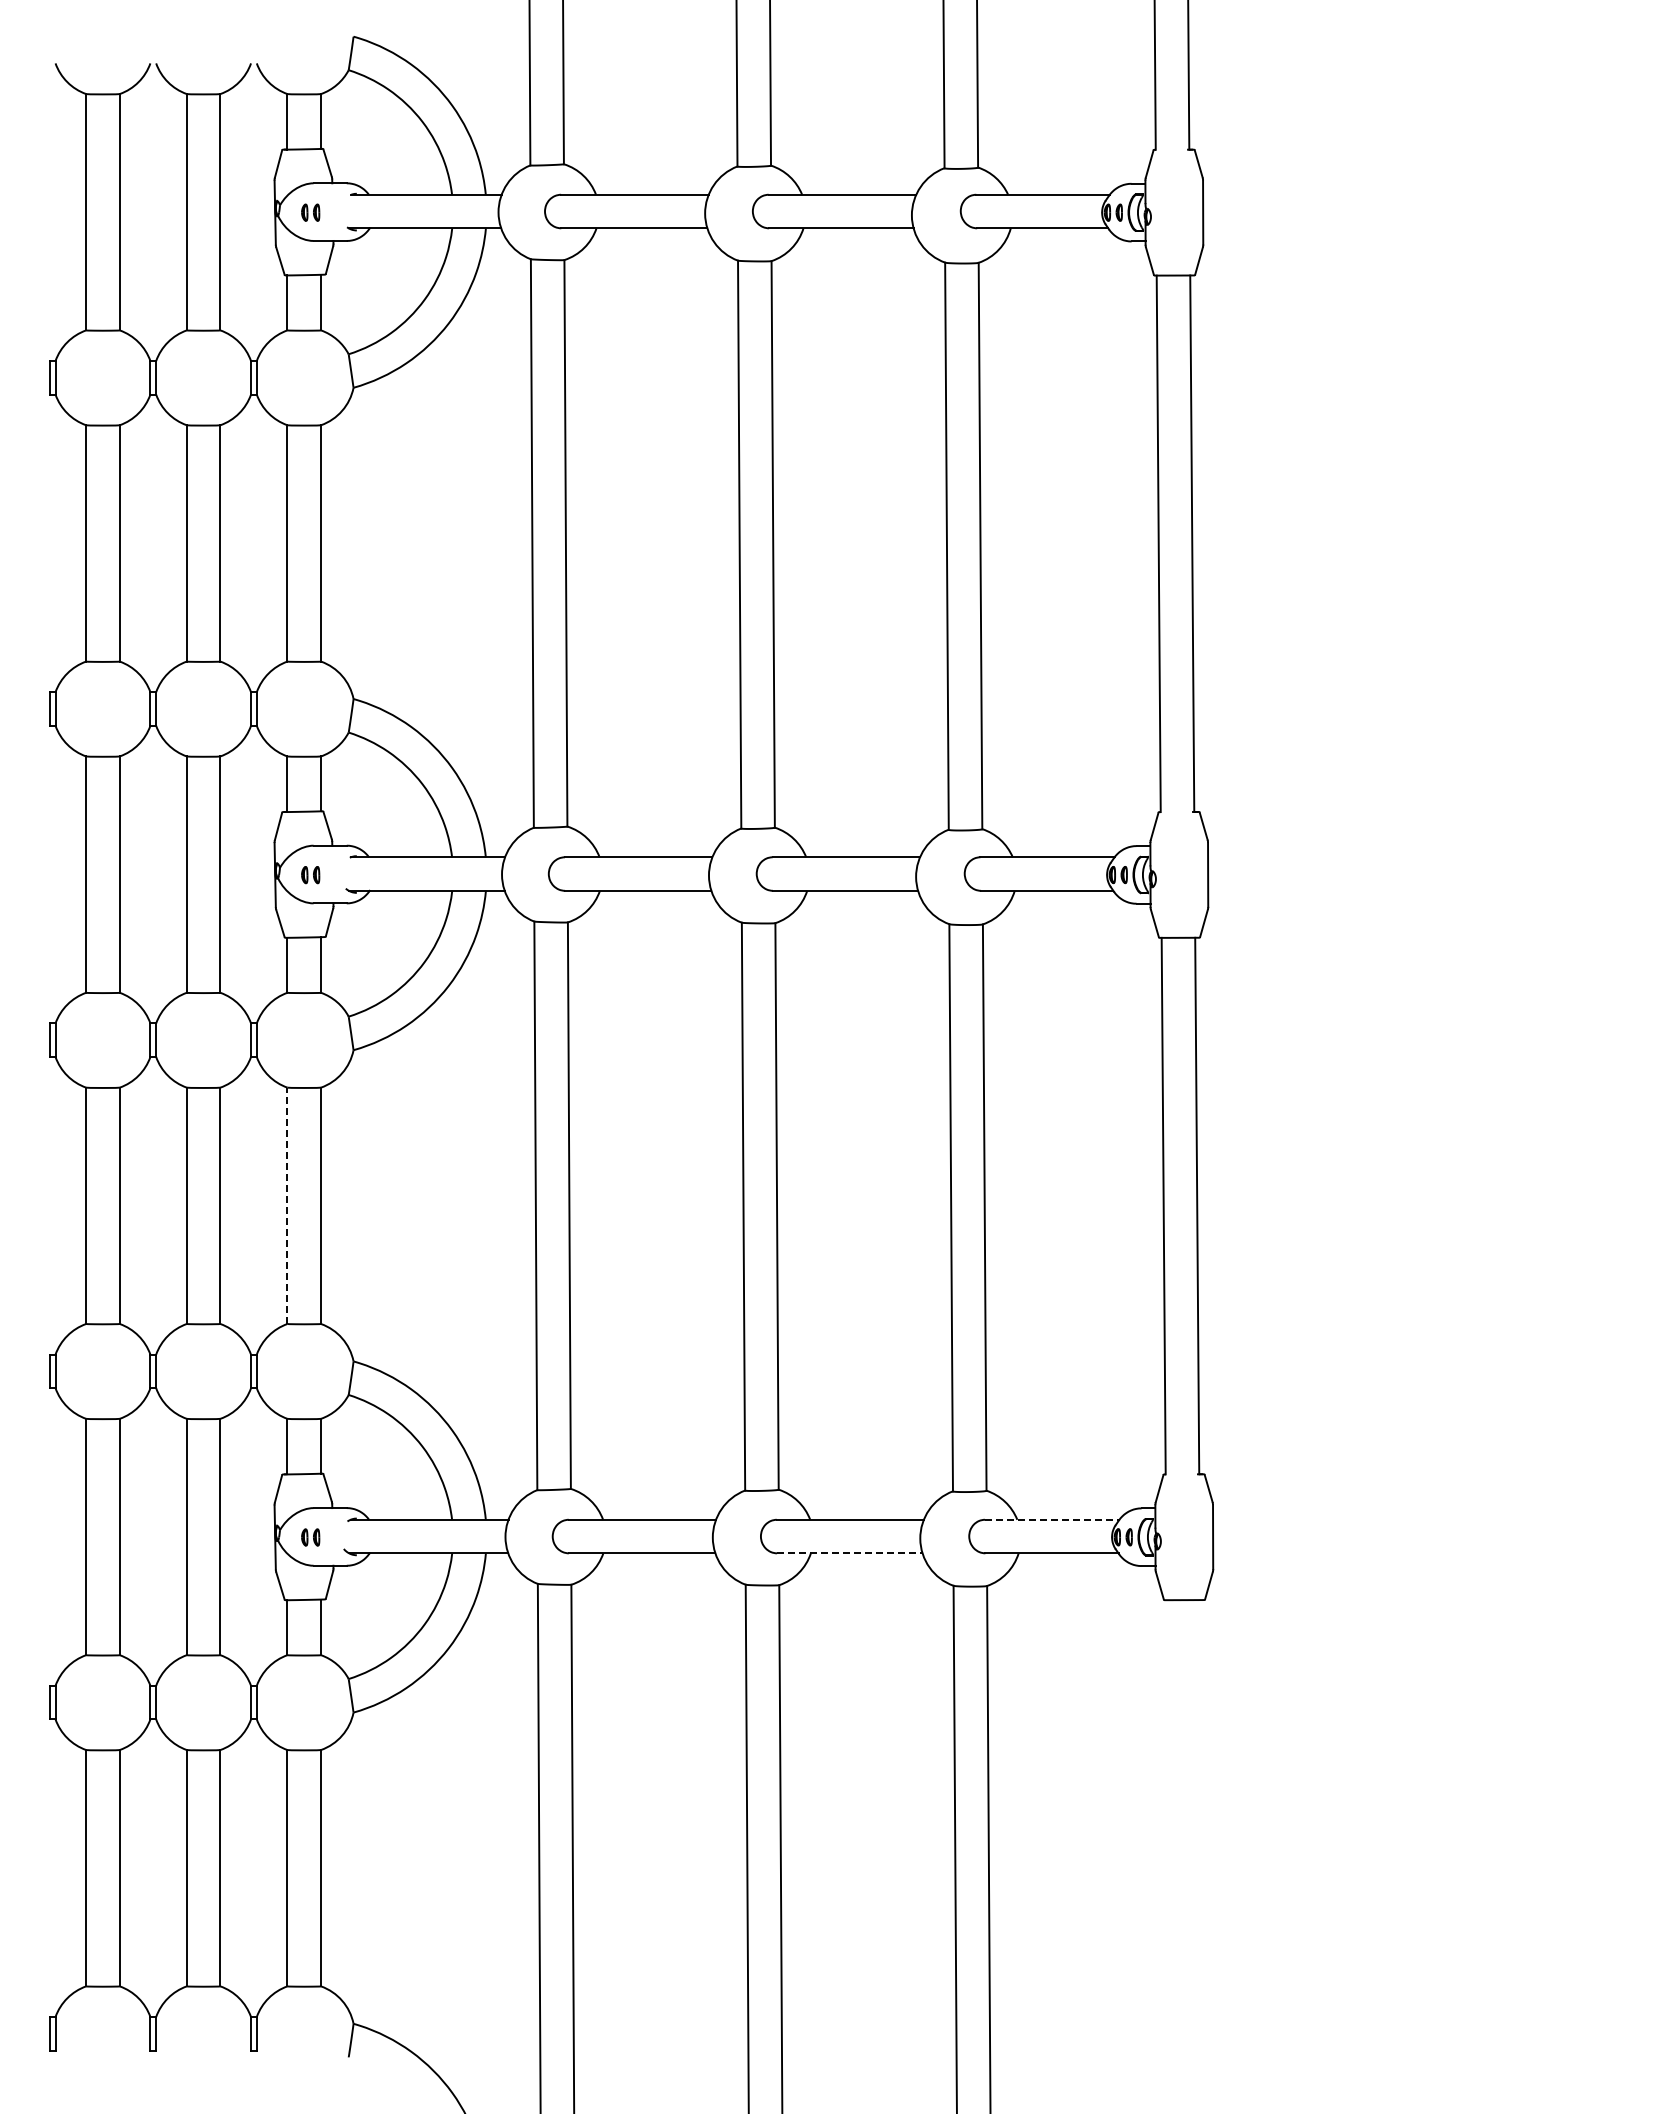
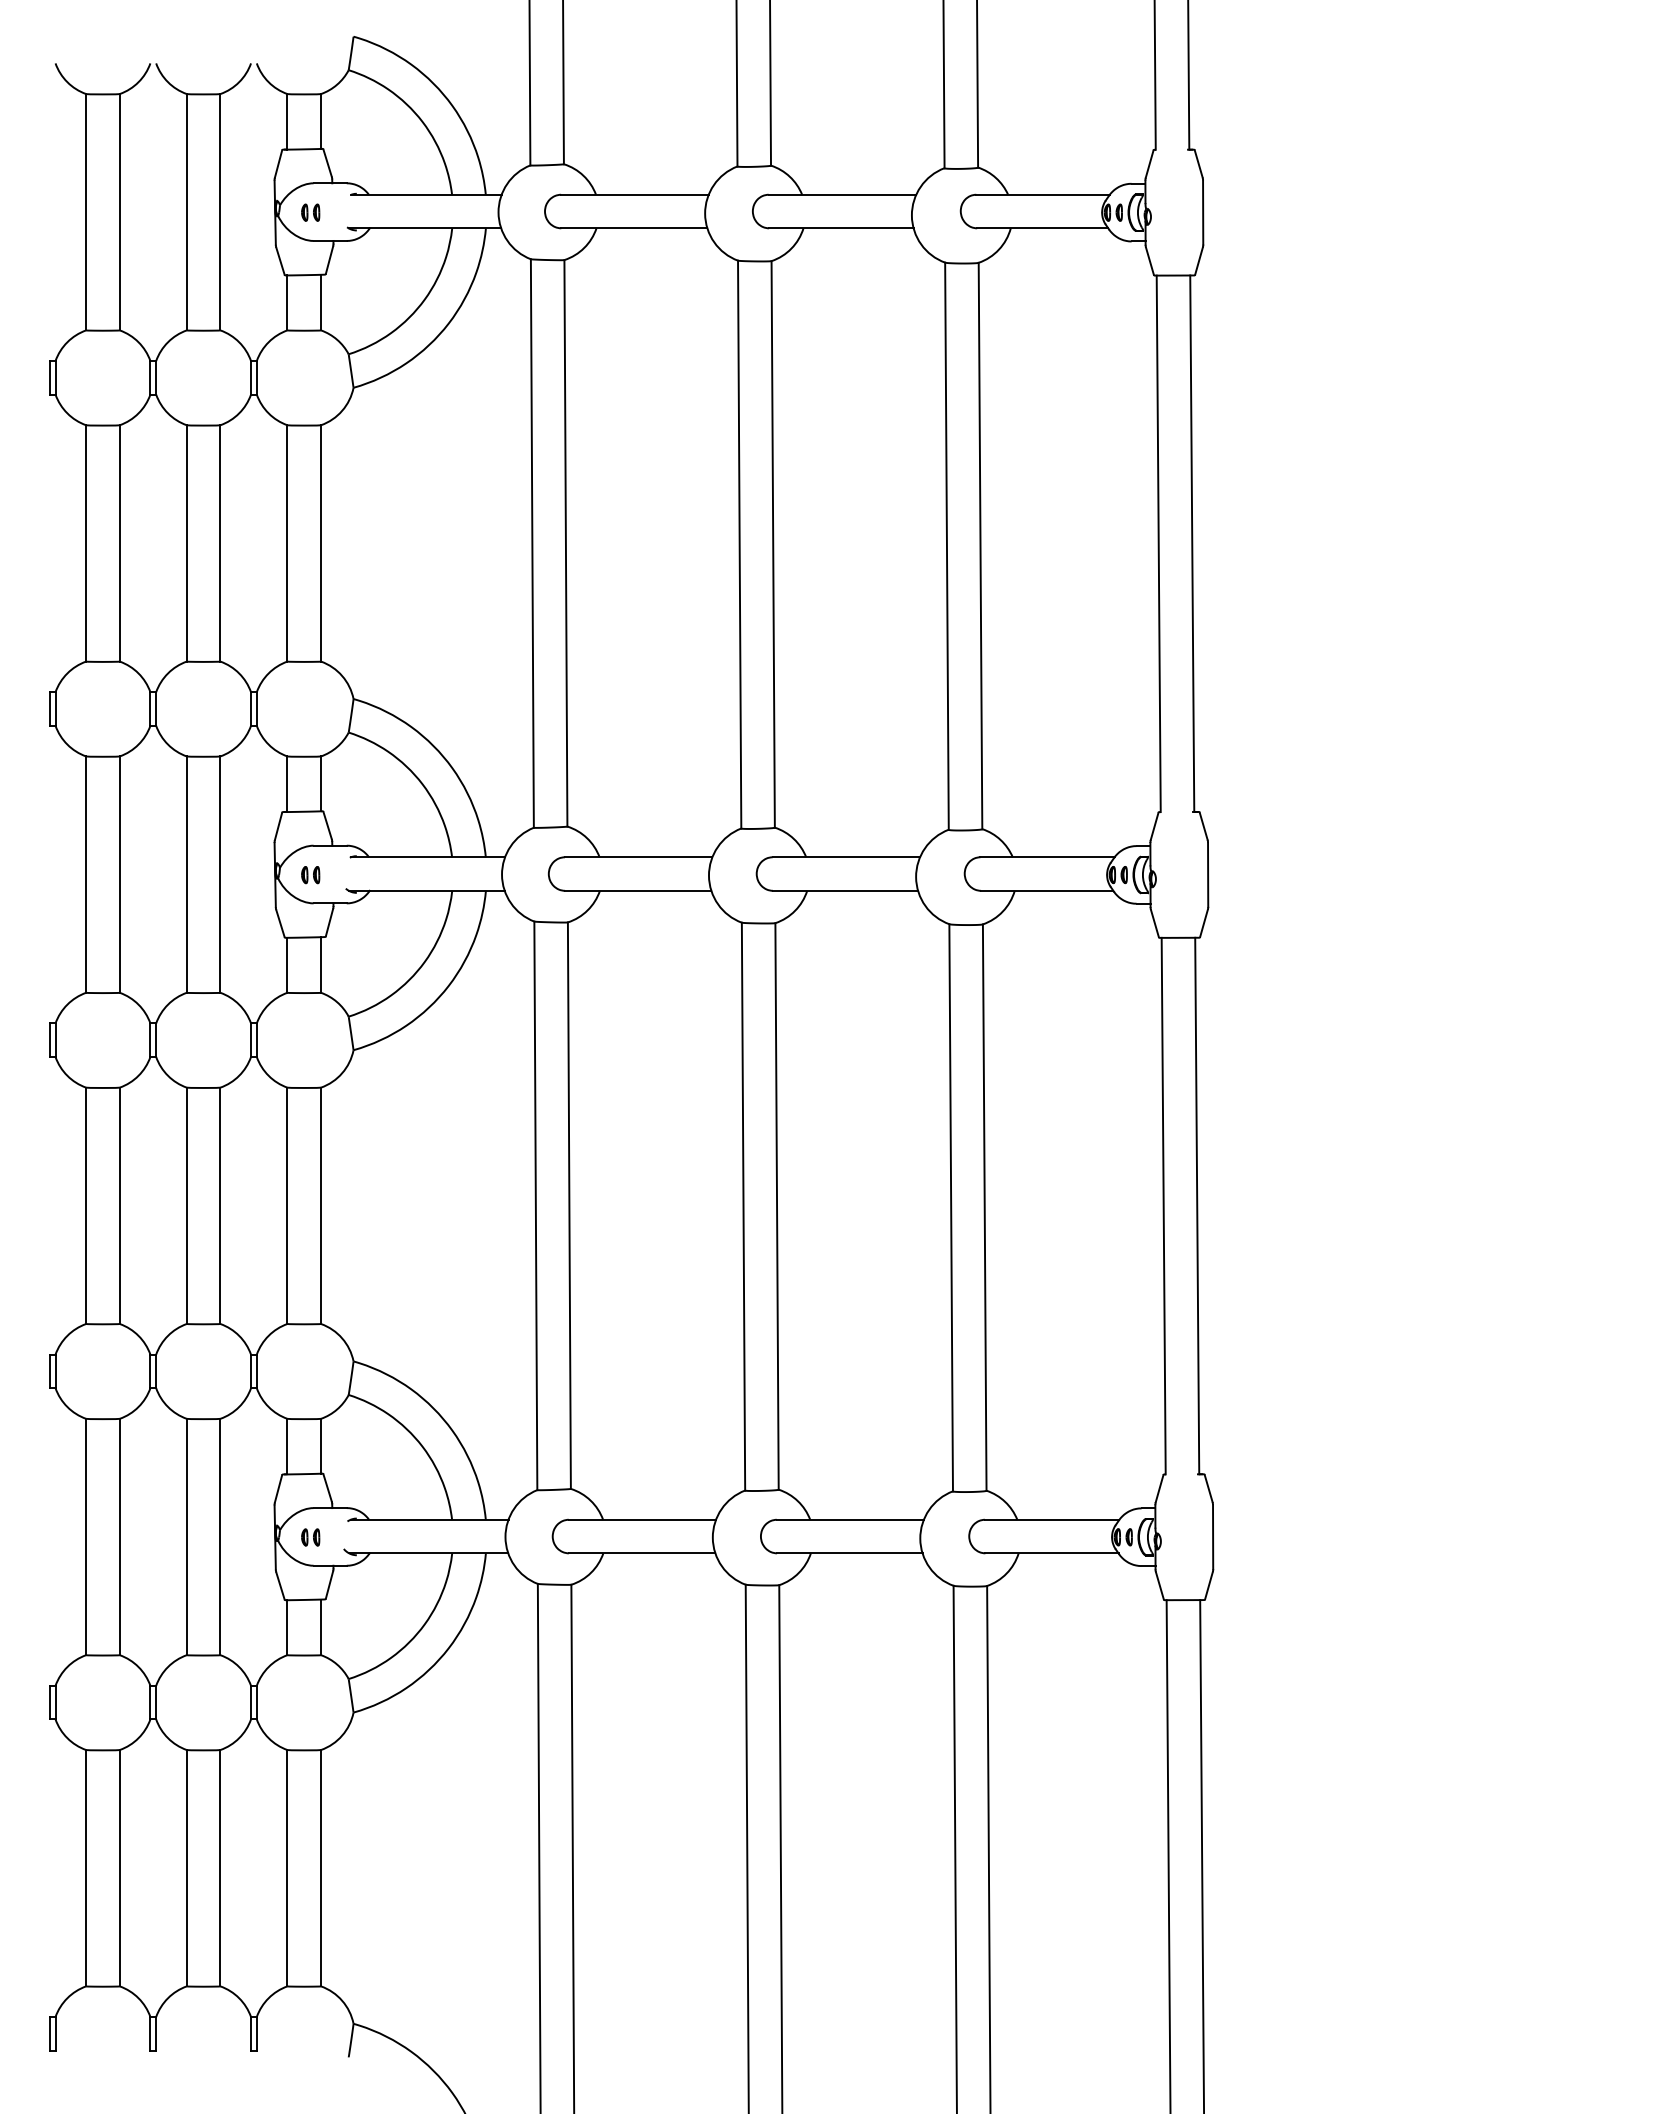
line at (287, 1205): dashed -> solid
line at (1052, 1519): dashed -> solid
line at (849, 1553): dashed -> solid
line at (1168, 1855): none -> present
line at (1202, 1855): none -> present
